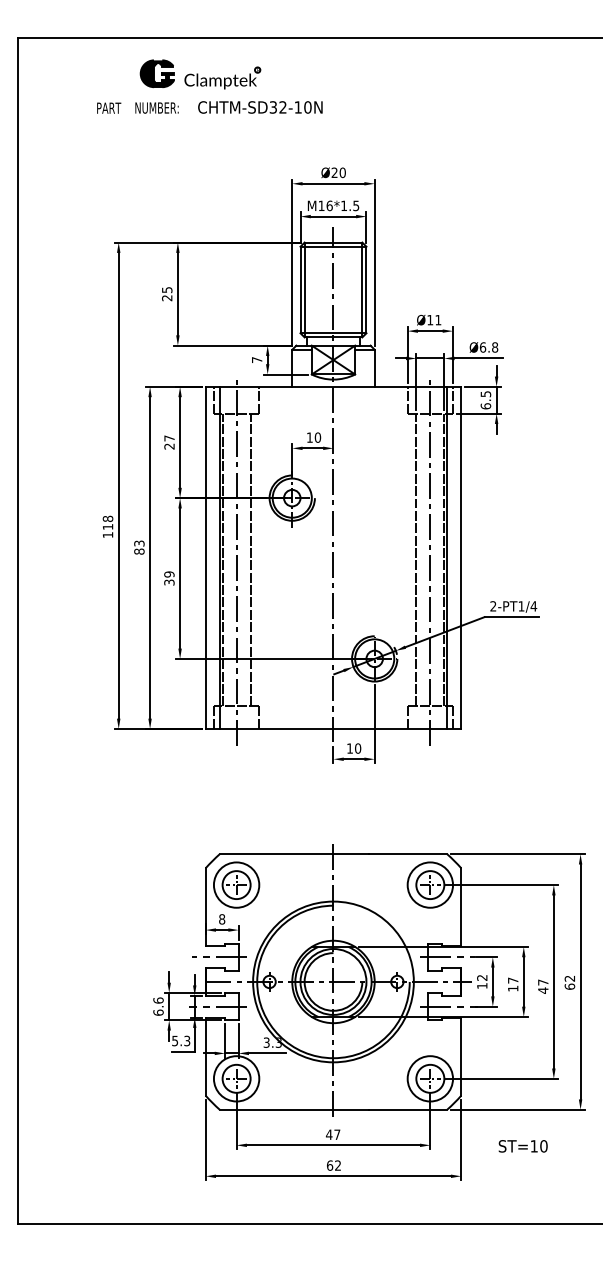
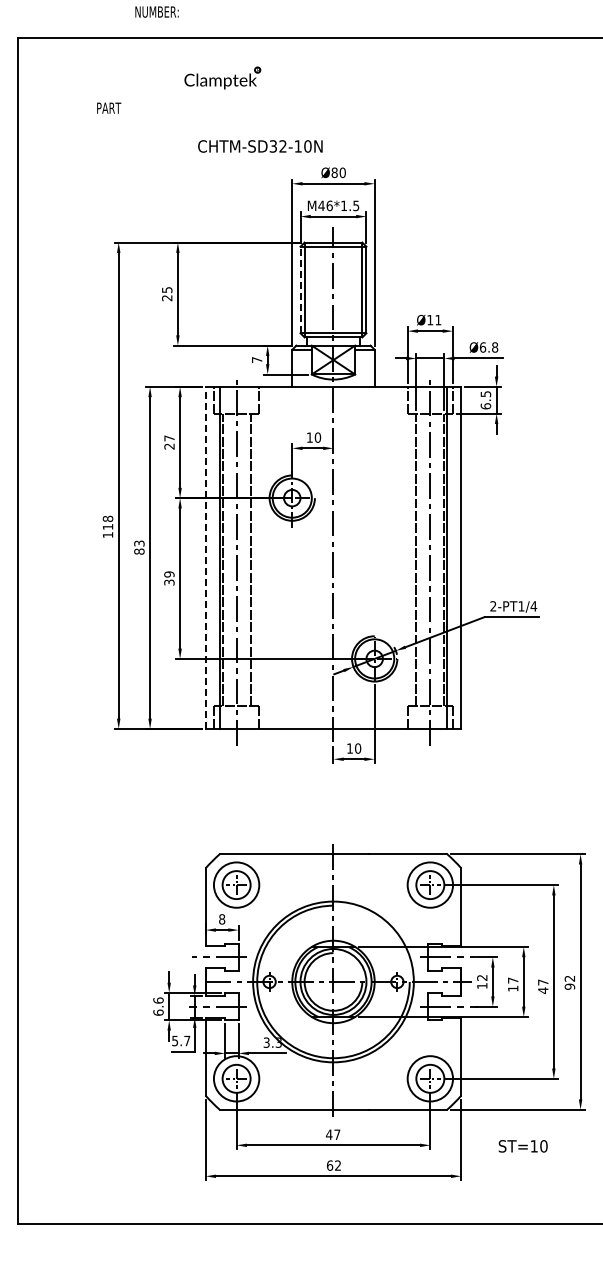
part at (156, 73): present -> none
text at (156, 107) position: (156, 107) -> (156, 11)
text at (260, 107) position: (260, 107) -> (260, 146)
text at (334, 172): Ø20 -> Ø80
text at (321, 205): M16*1.5 -> M46*1.5
line at (300, 289): solid -> dashed
line at (205, 557): solid -> dashed
text at (569, 986): 62 -> 92
text at (187, 1040): 5.3 -> 5.7
